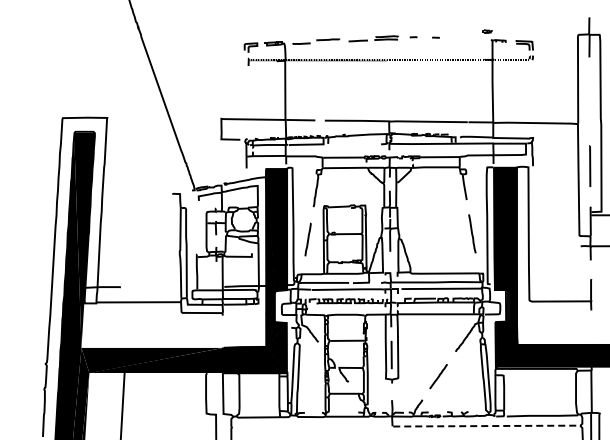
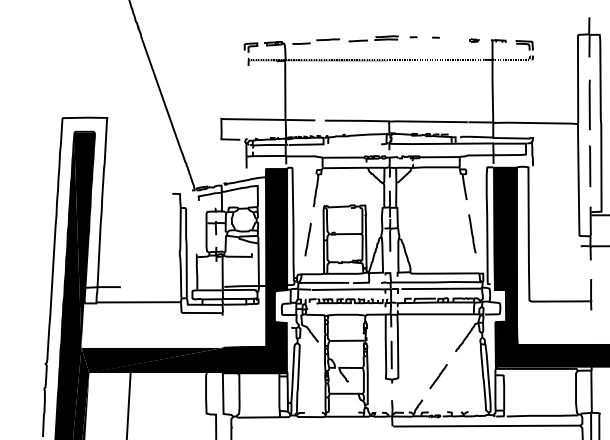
part at (487, 31) position: (487, 31) -> (474, 40)
line at (589, 104): none -> present
line at (122, 404) position: (122, 404) -> (128, 404)
line at (487, 426): dashed -> solid
